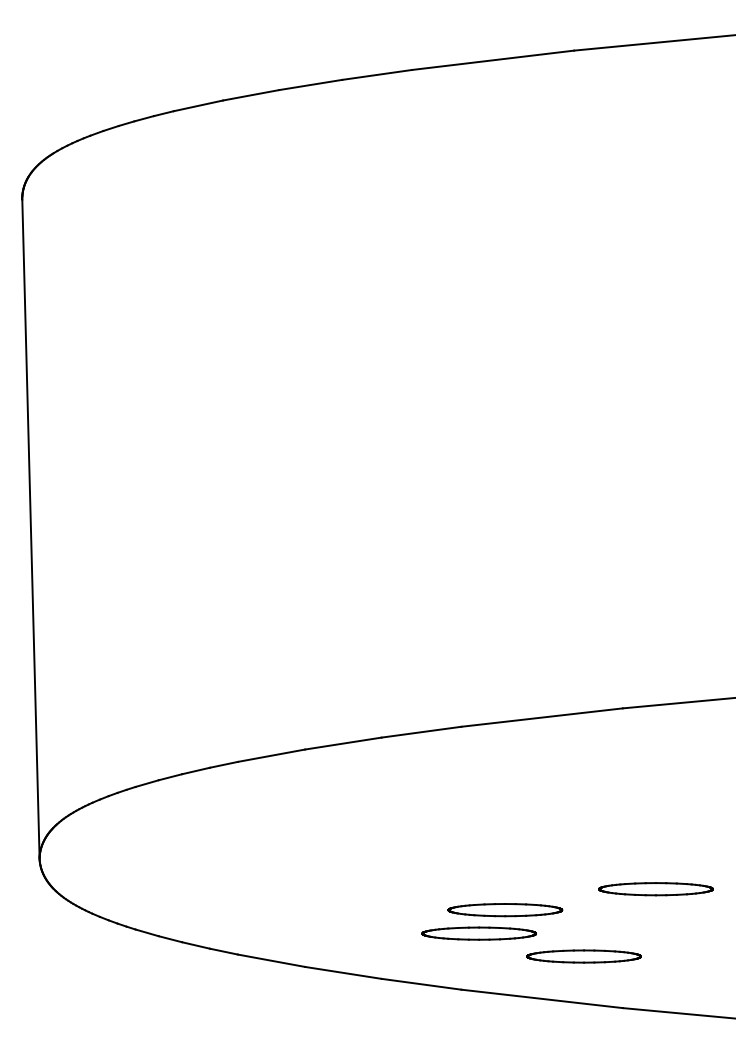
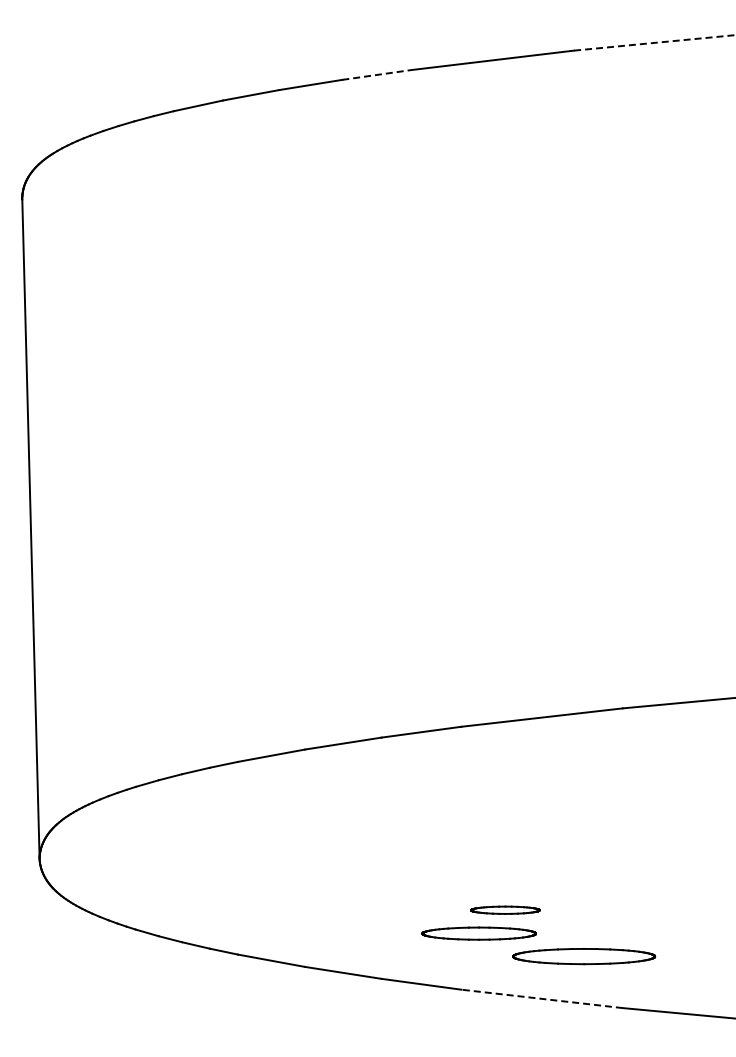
line at (655, 42): solid -> dashed
line at (377, 74): solid -> dashed
part at (655, 889): present -> none
part at (505, 910) size: 117x15 px -> 71x10 px
part at (583, 956) size: 116x15 px -> 145x18 px
line at (541, 998): solid -> dashed
